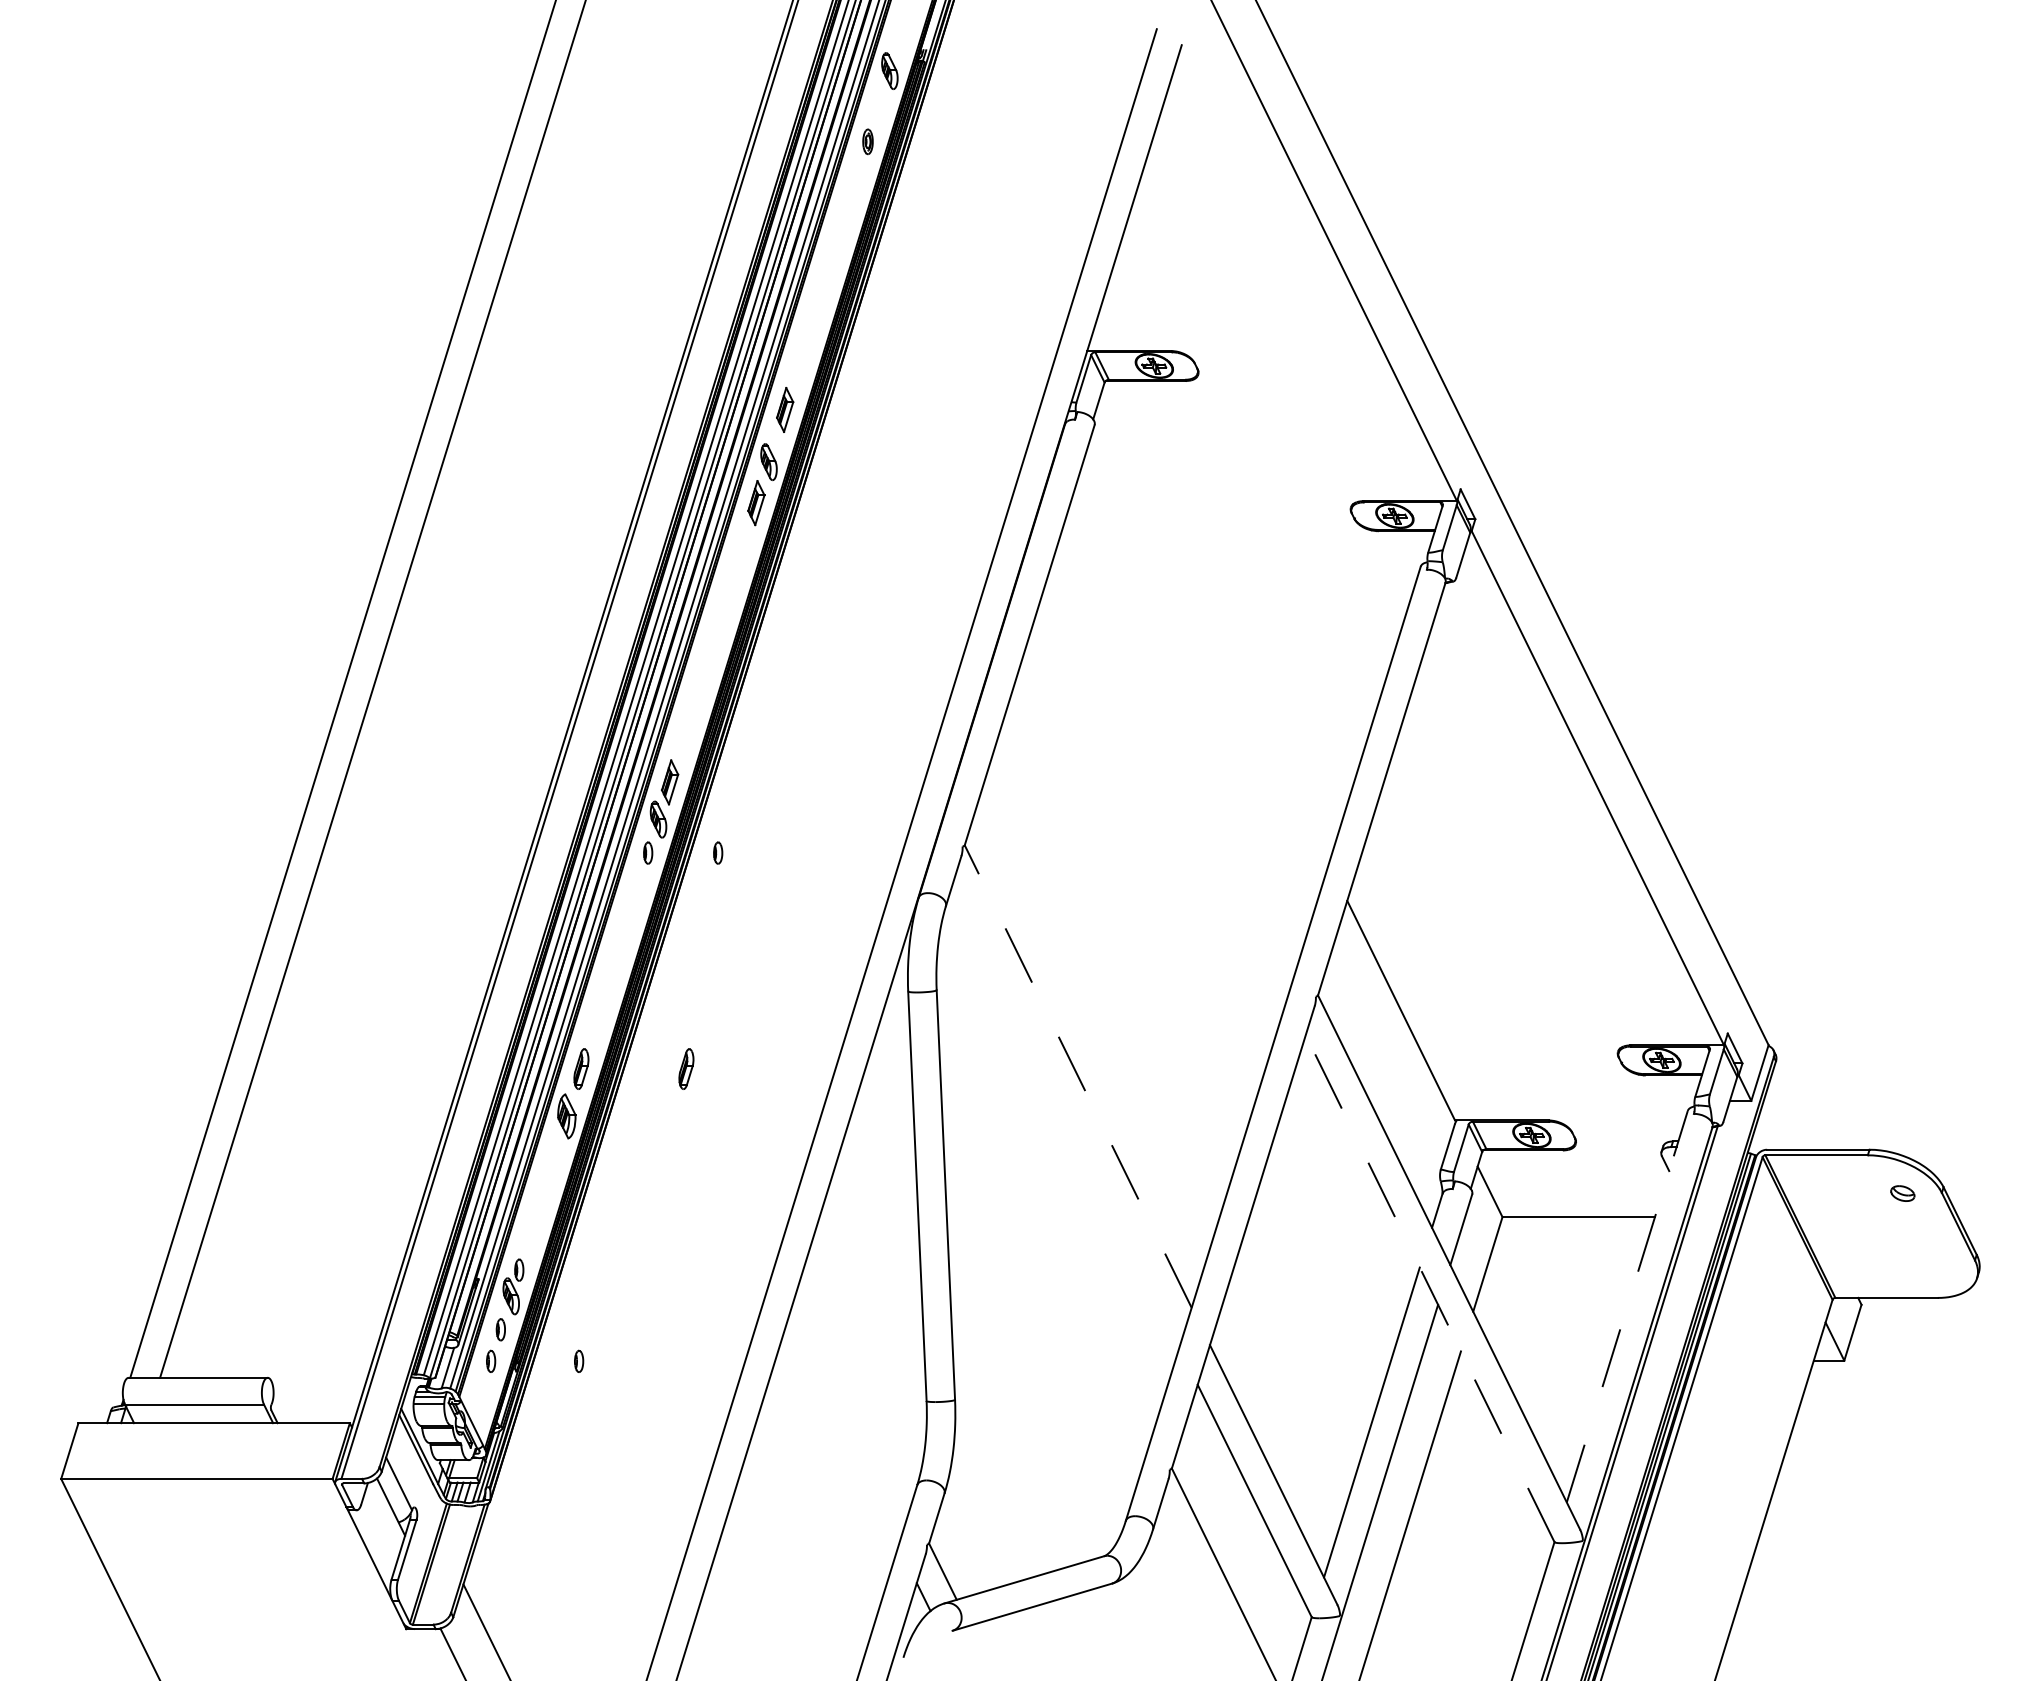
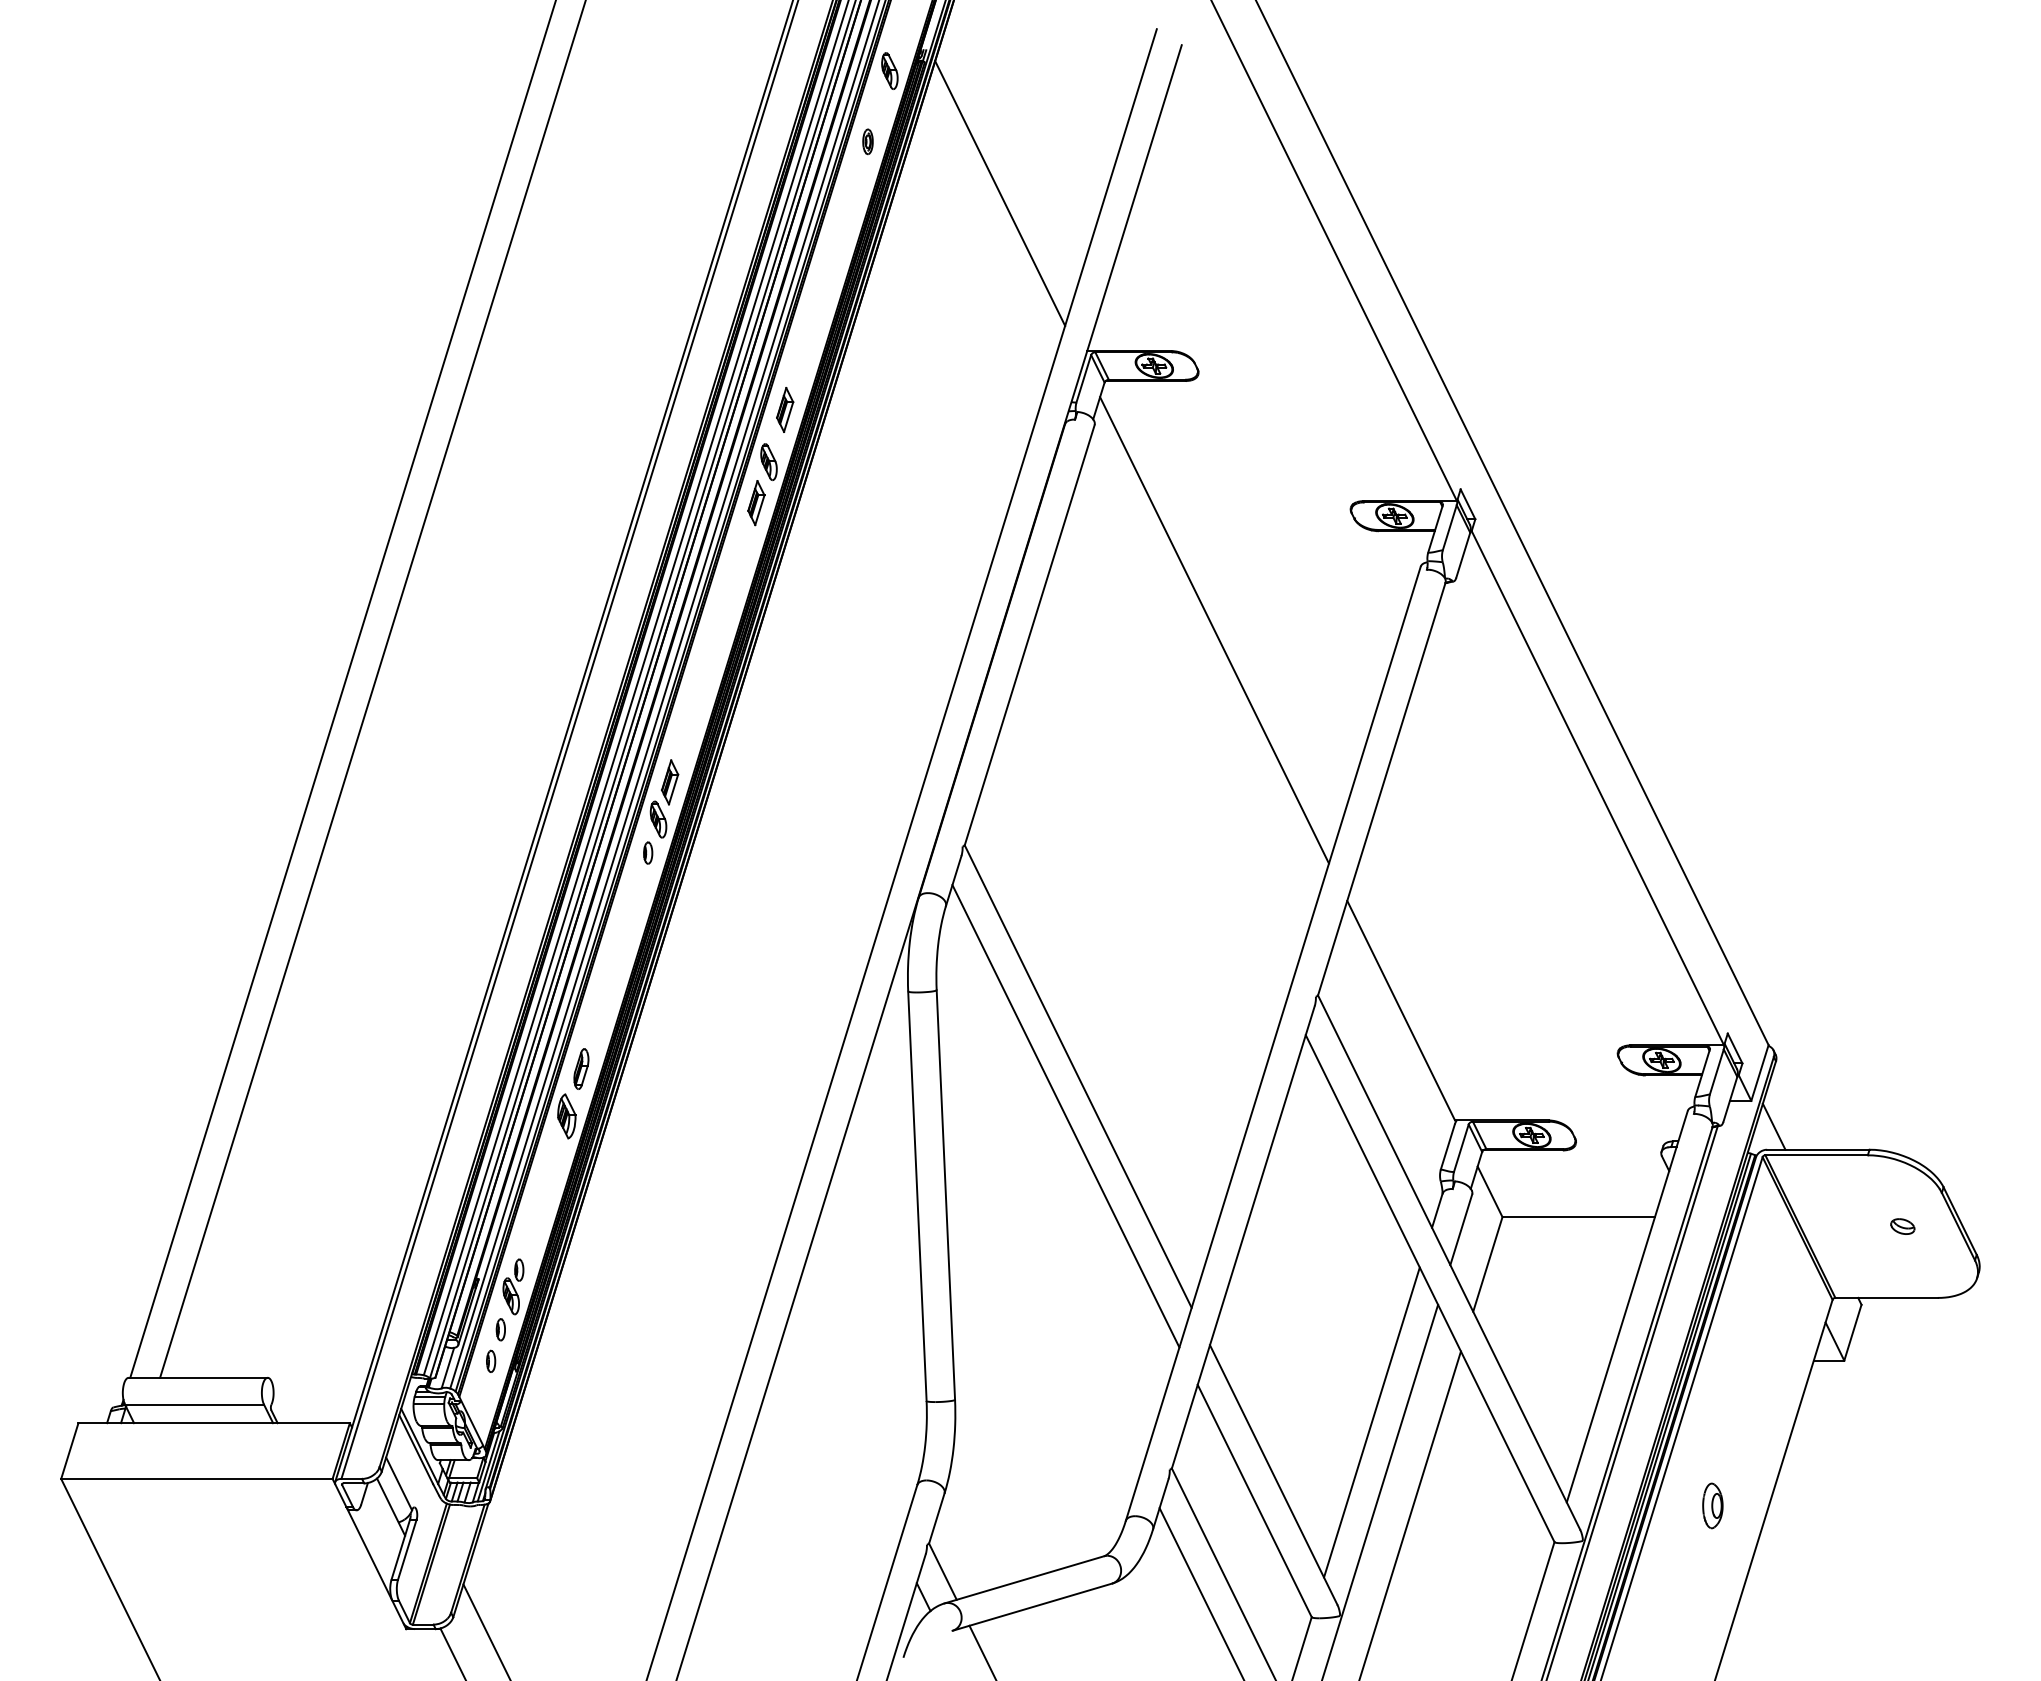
line at (1000, 193): none -> present
line at (1214, 630): none -> present
part at (718, 852): present -> none
part at (686, 1068): present -> none
line at (1078, 1076): dashed -> solid
line at (1065, 1116): none -> present
line at (1773, 1126): none -> present
part at (1902, 1193) position: (1902, 1193) -> (1902, 1226)
line at (1429, 1288): dashed -> solid
line at (1627, 1306): dashed -> solid
part at (579, 1360): present -> none
part at (1712, 1505): none -> present
line at (1200, 1592): none -> present
line at (982, 1651): none -> present
